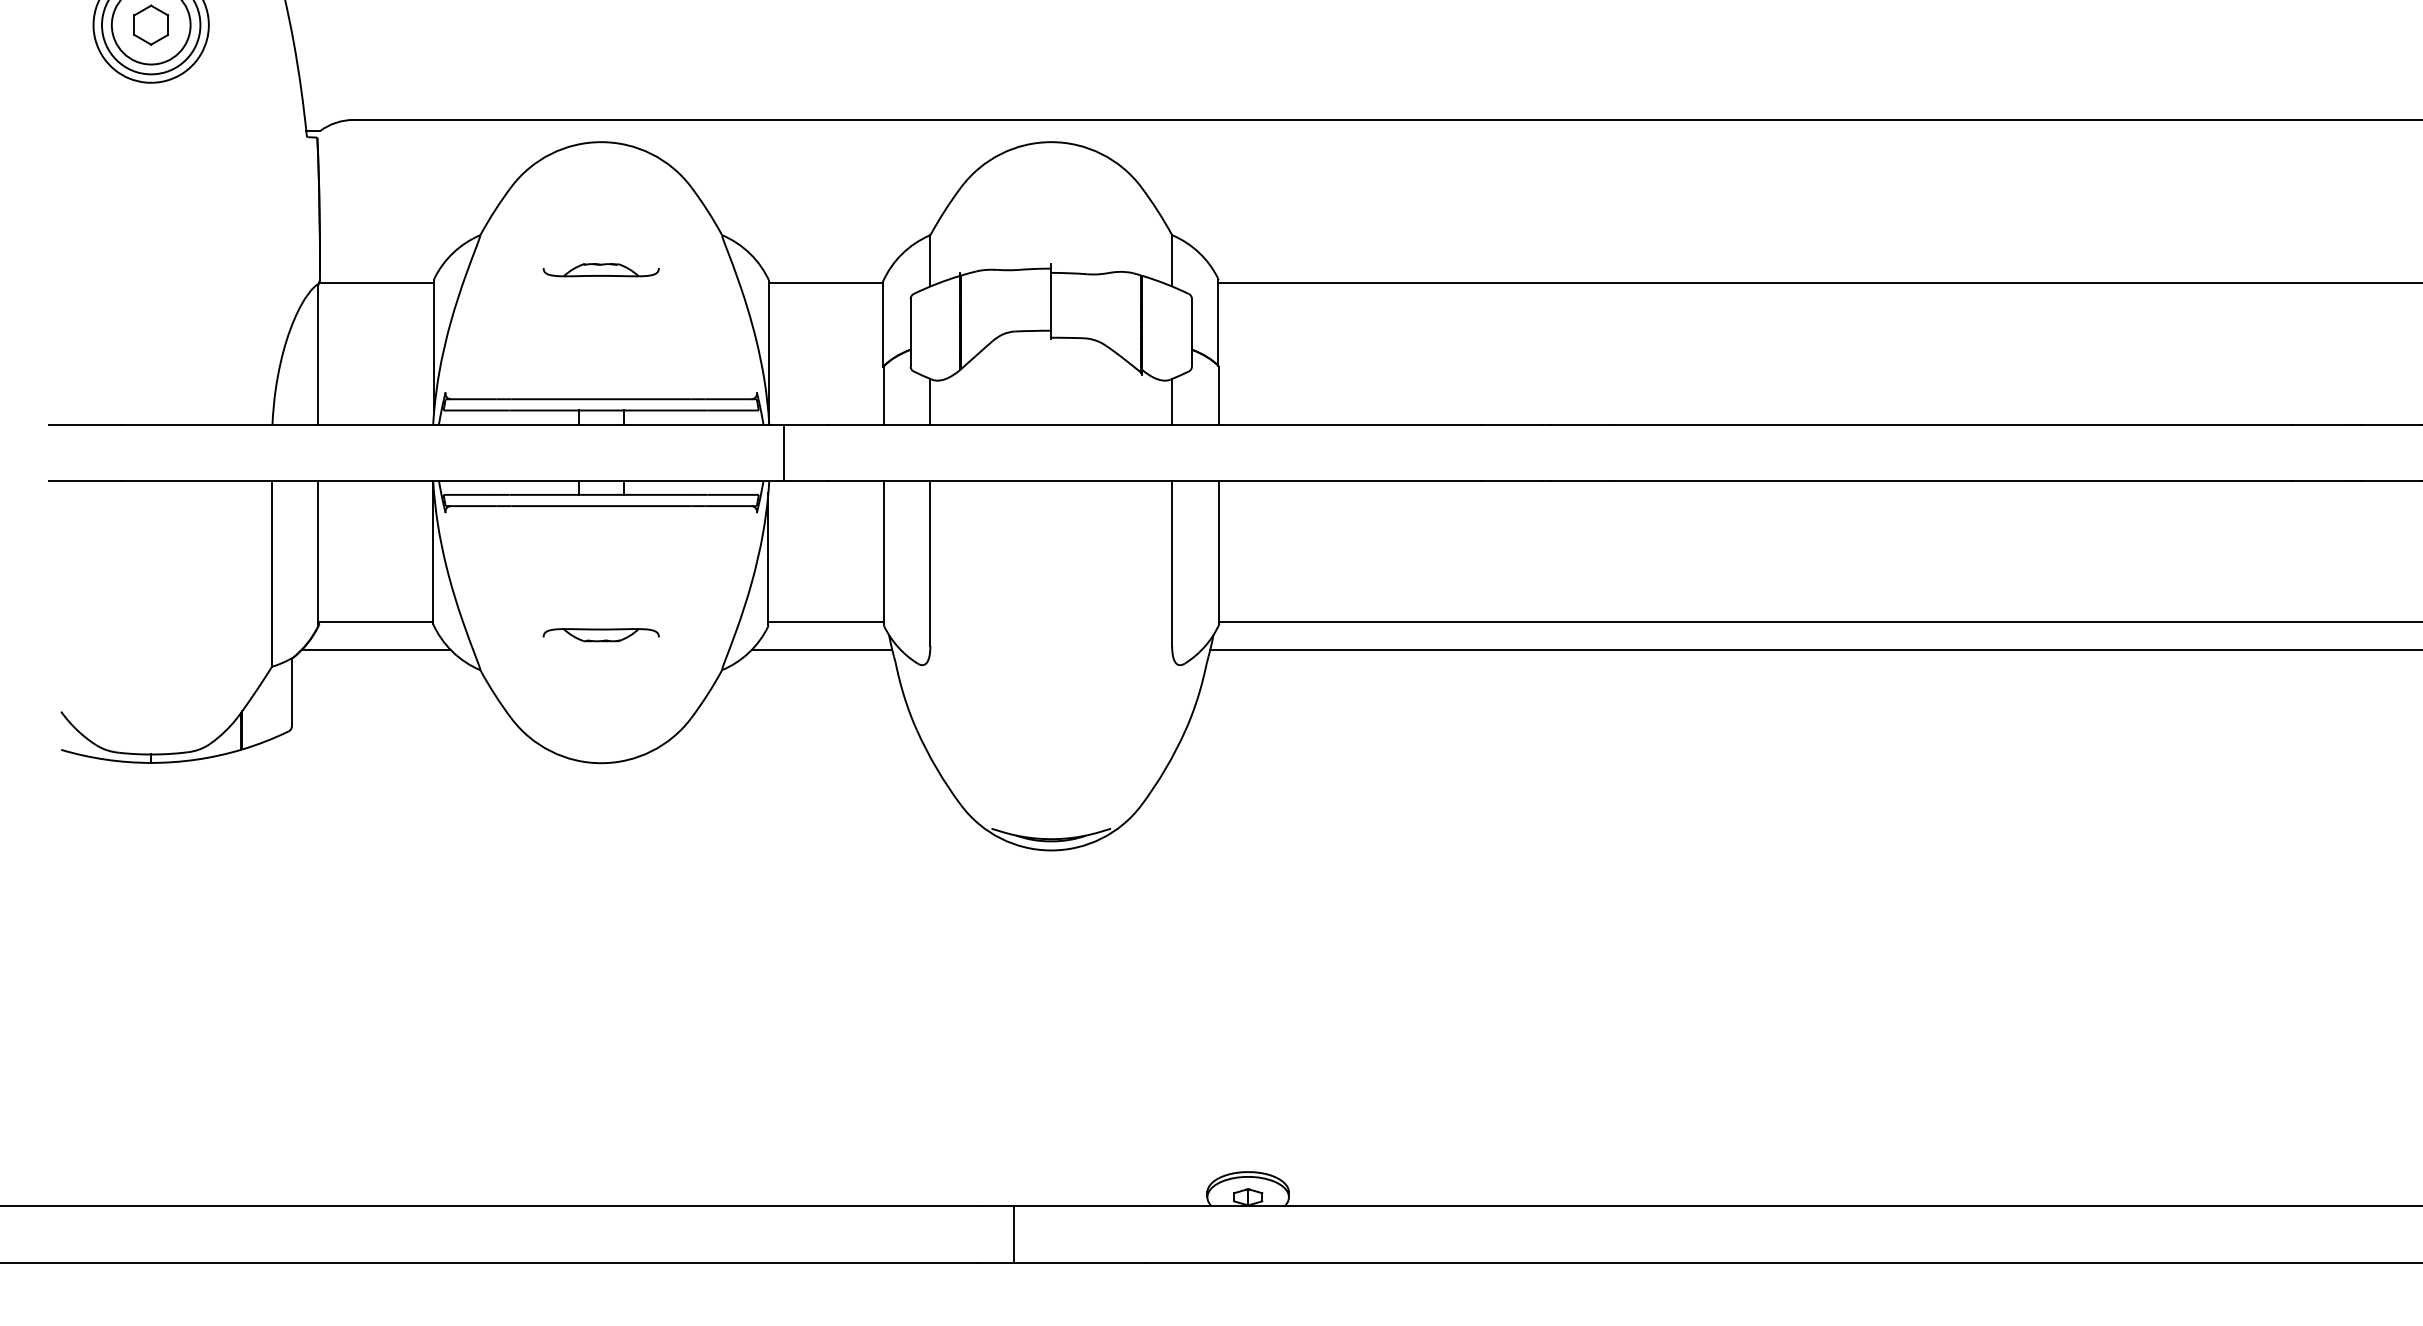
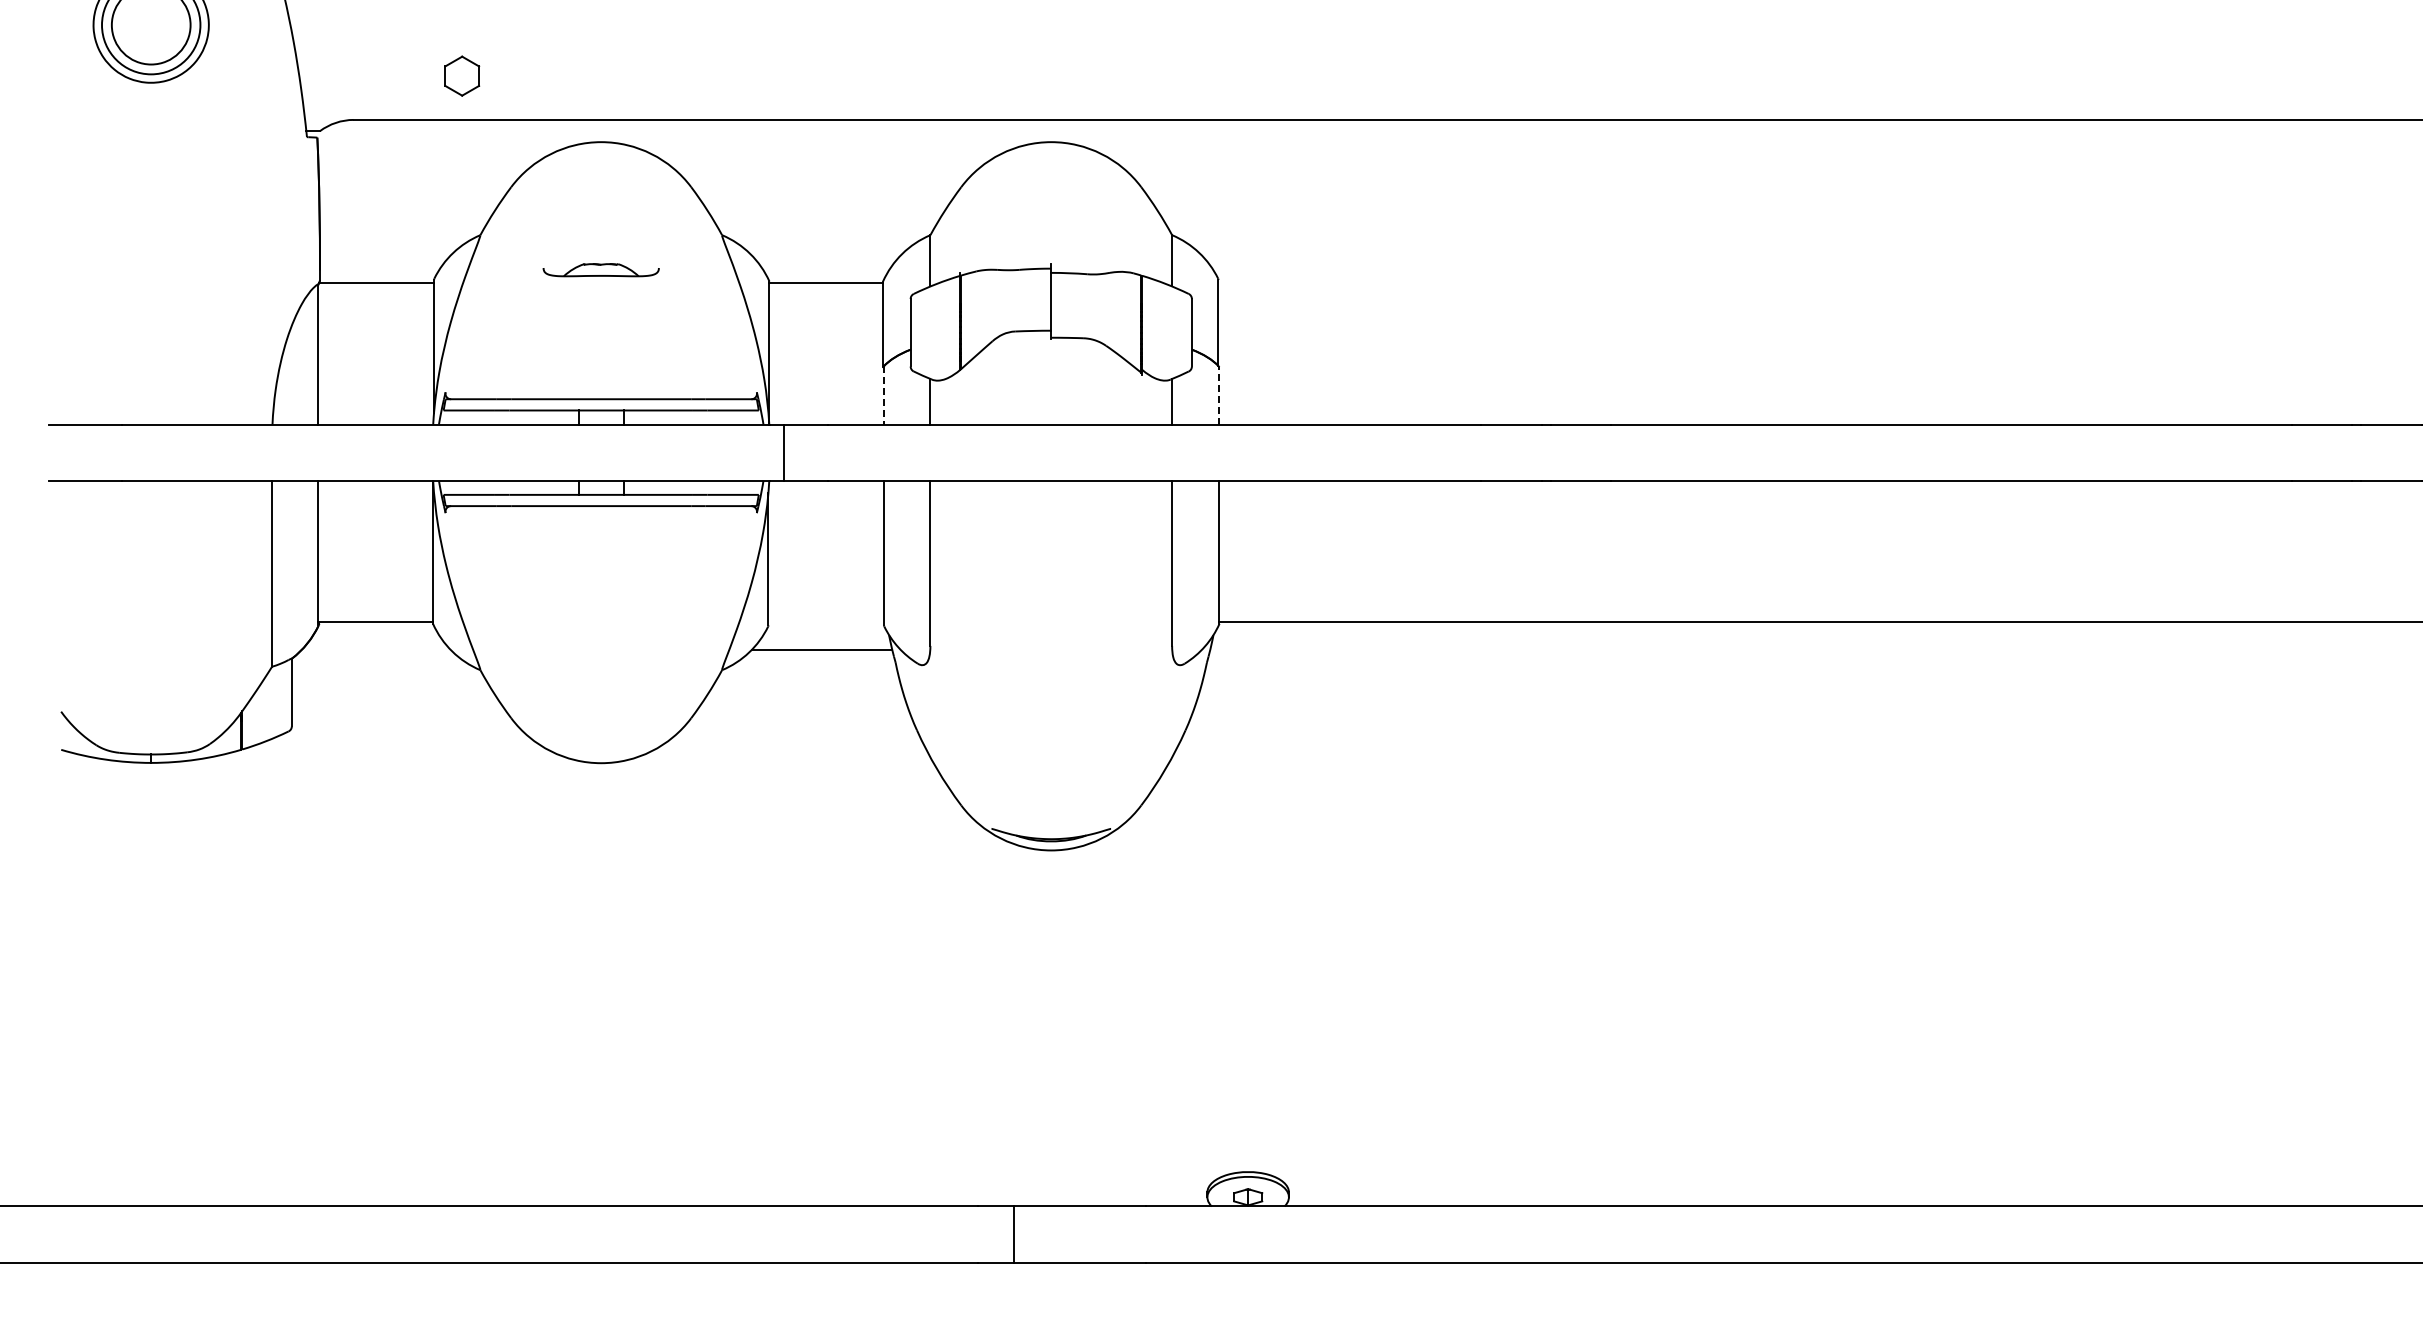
part at (151, 24) position: (151, 24) -> (462, 75)
line at (1818, 283): present -> none
line at (884, 395): solid -> dashed
line at (1219, 395): solid -> dashed
line at (826, 622): present -> none
part at (600, 635): present -> none
line at (375, 649): present -> none
line at (1814, 649): present -> none
